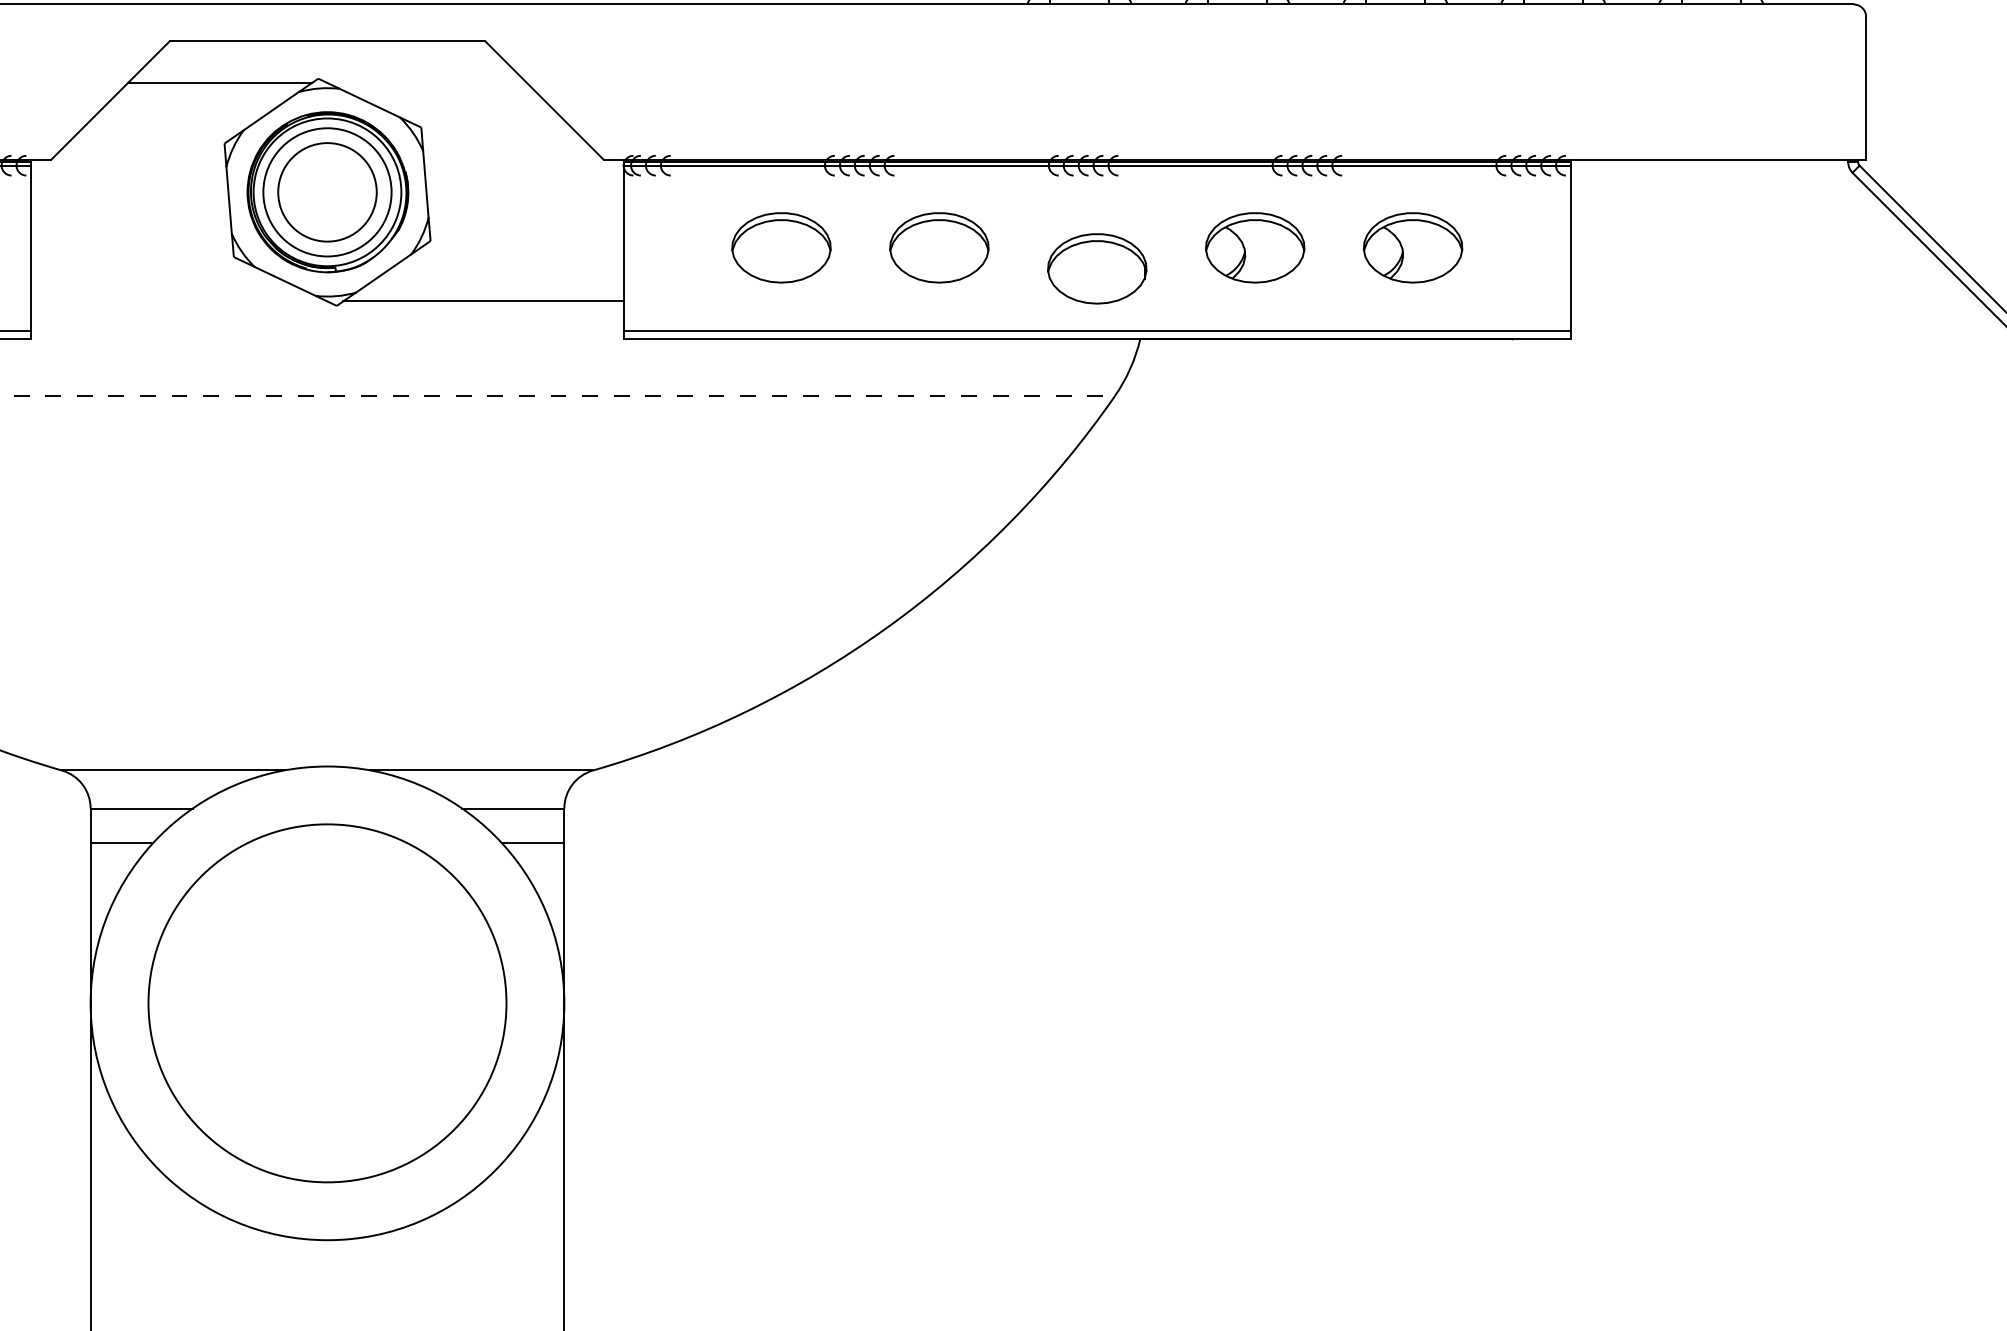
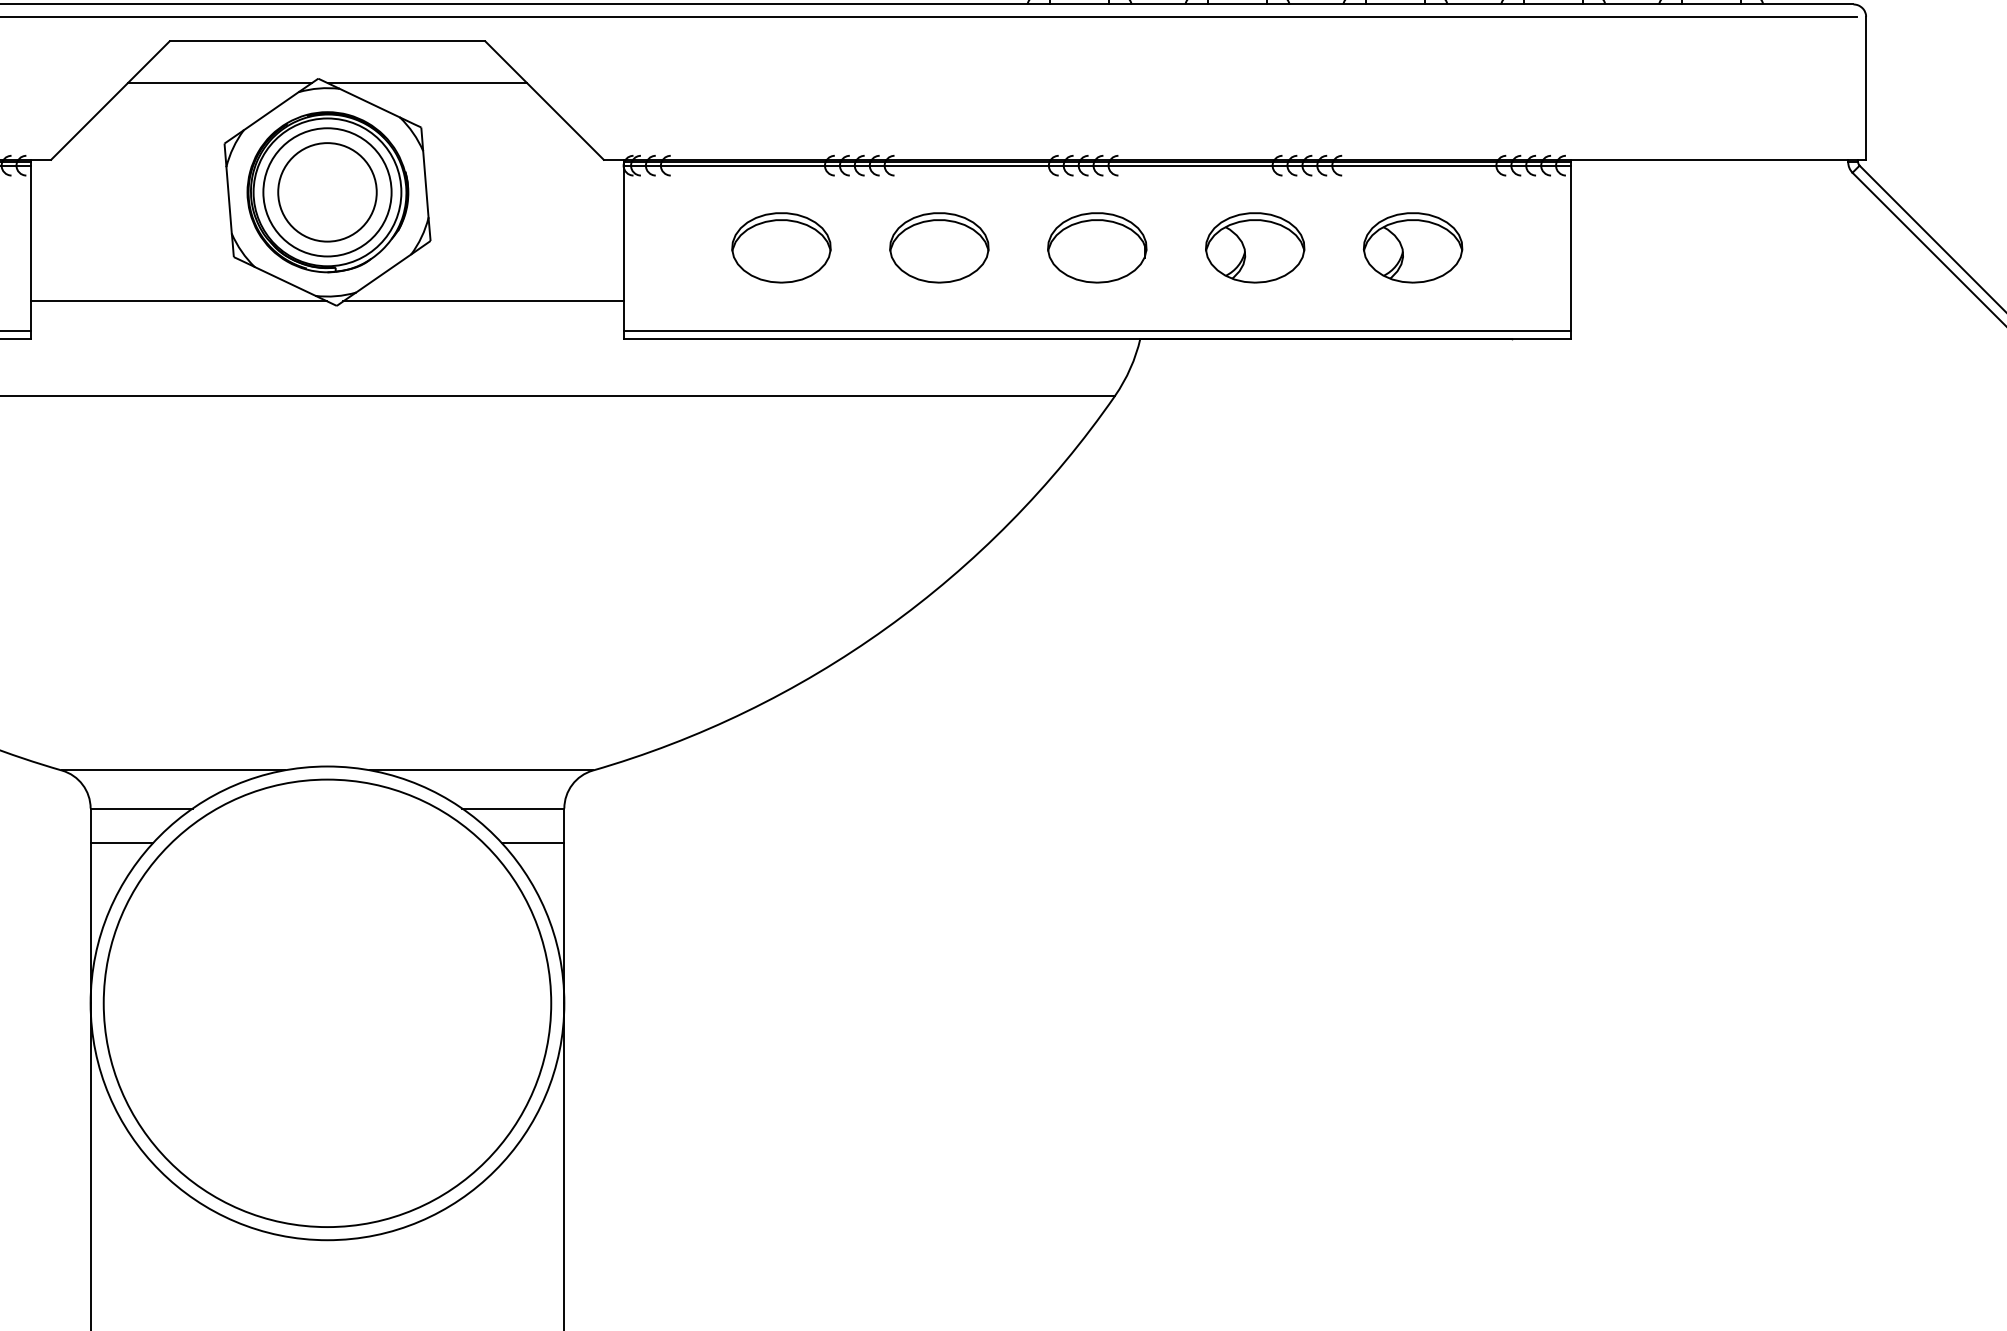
line at (929, 17): none -> present
line at (427, 83): none -> present
part at (1097, 268) position: (1097, 268) -> (1097, 247)
line at (179, 301): none -> present
line at (558, 395): dashed -> solid
circle at (327, 1003) diameter: 358 px -> 447 px
